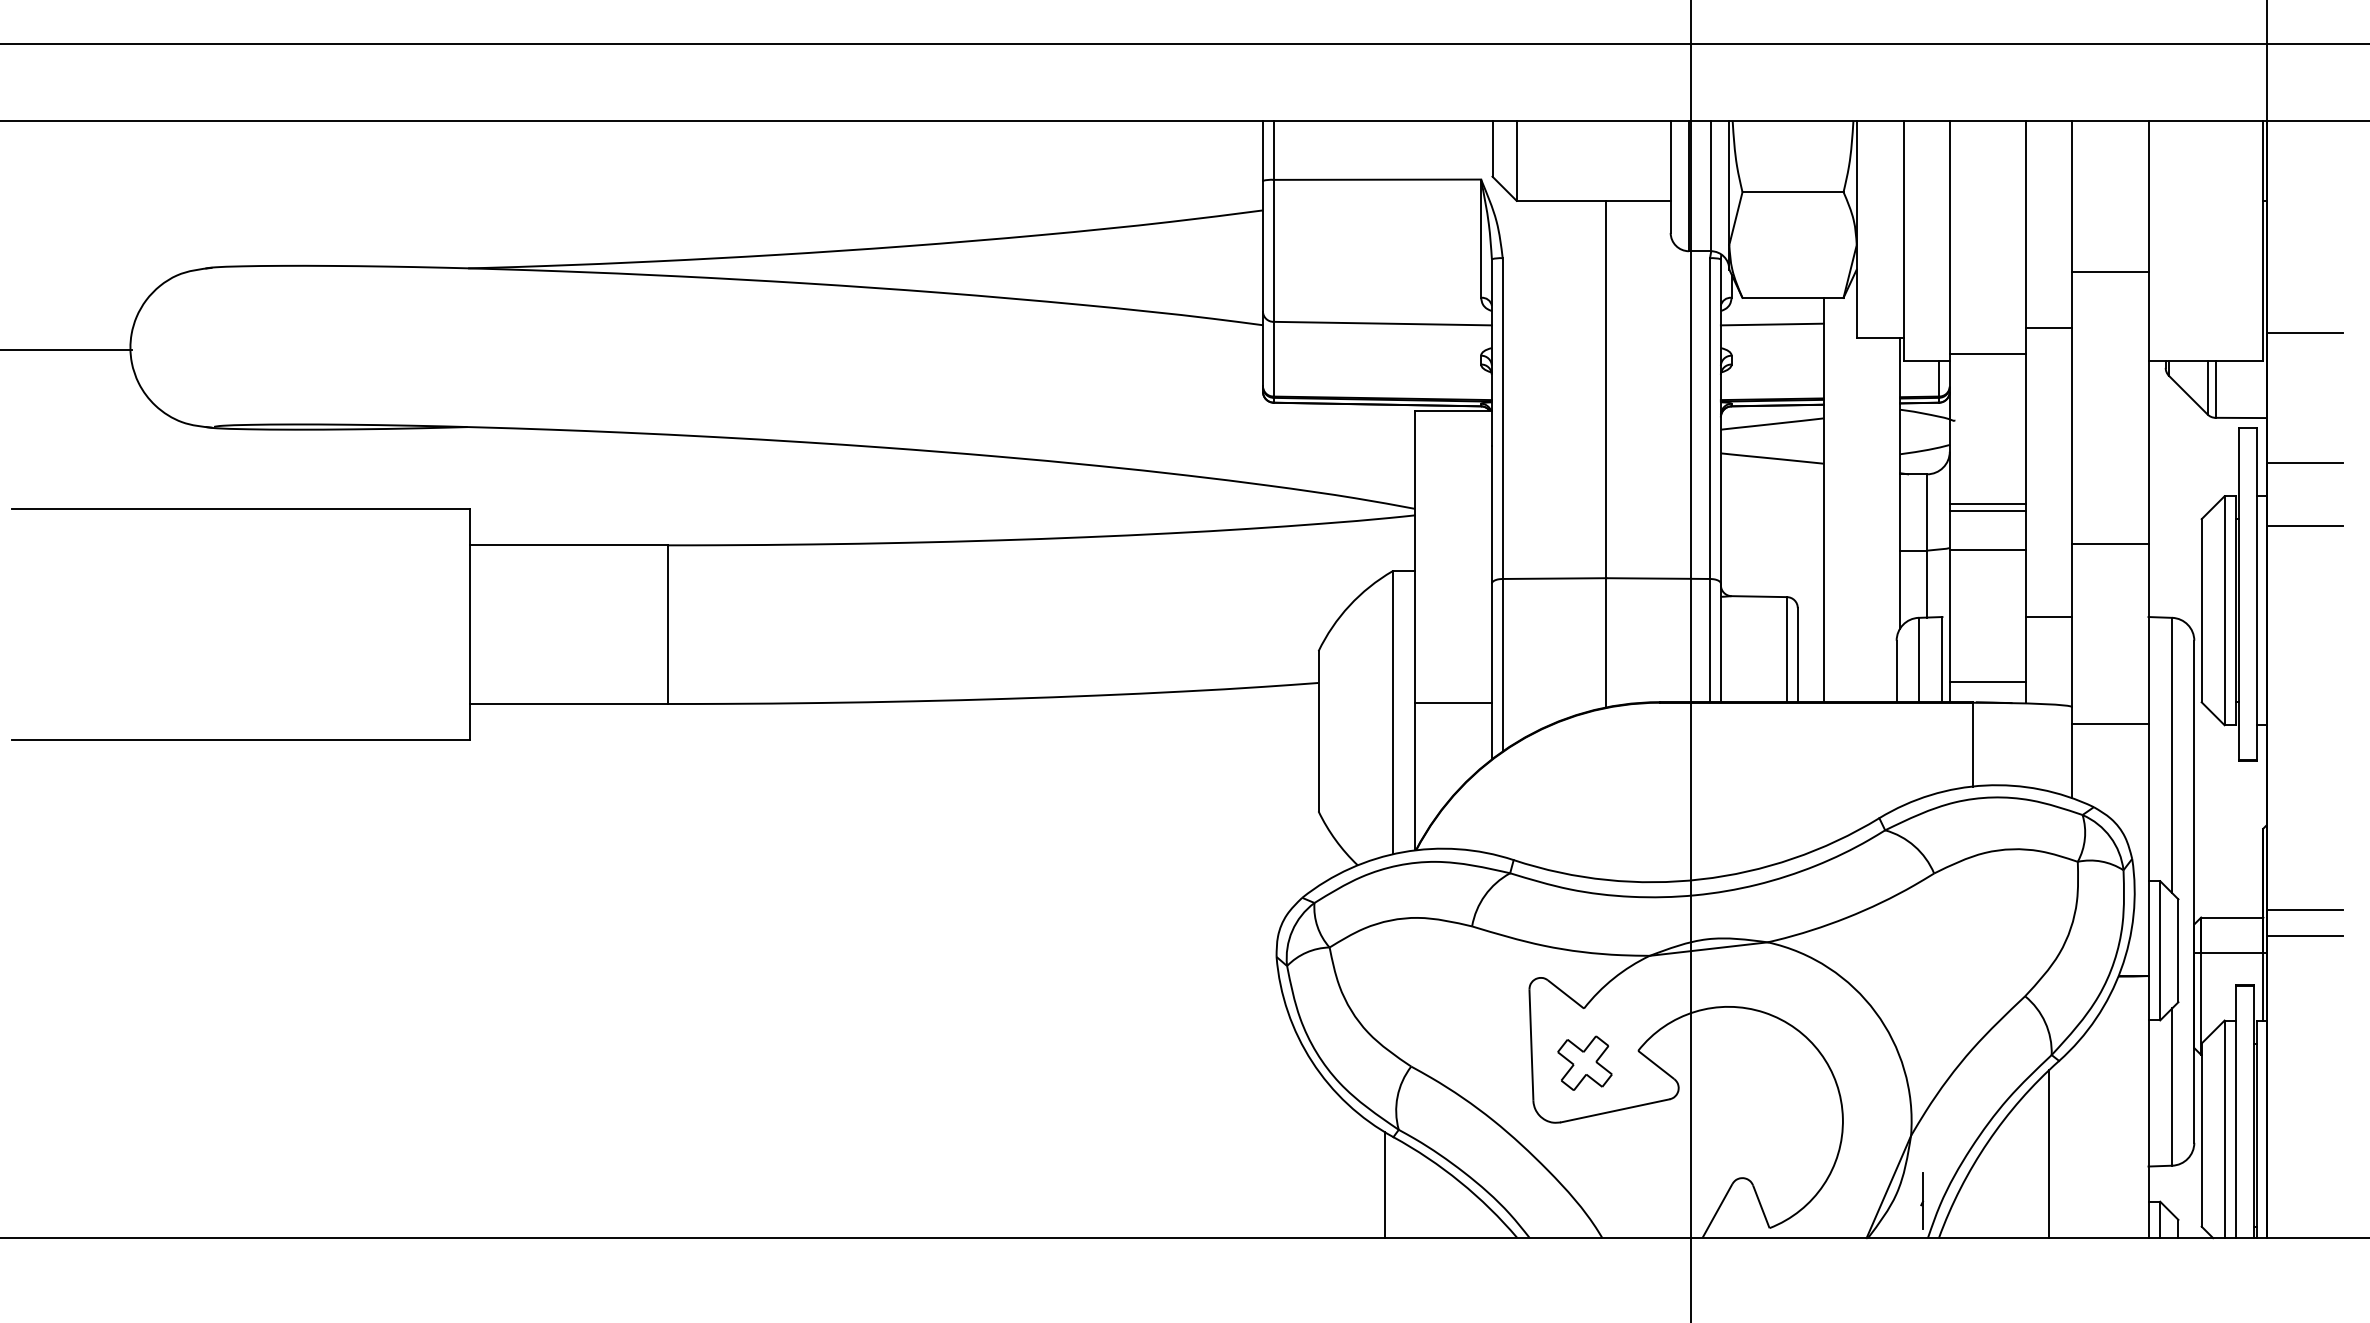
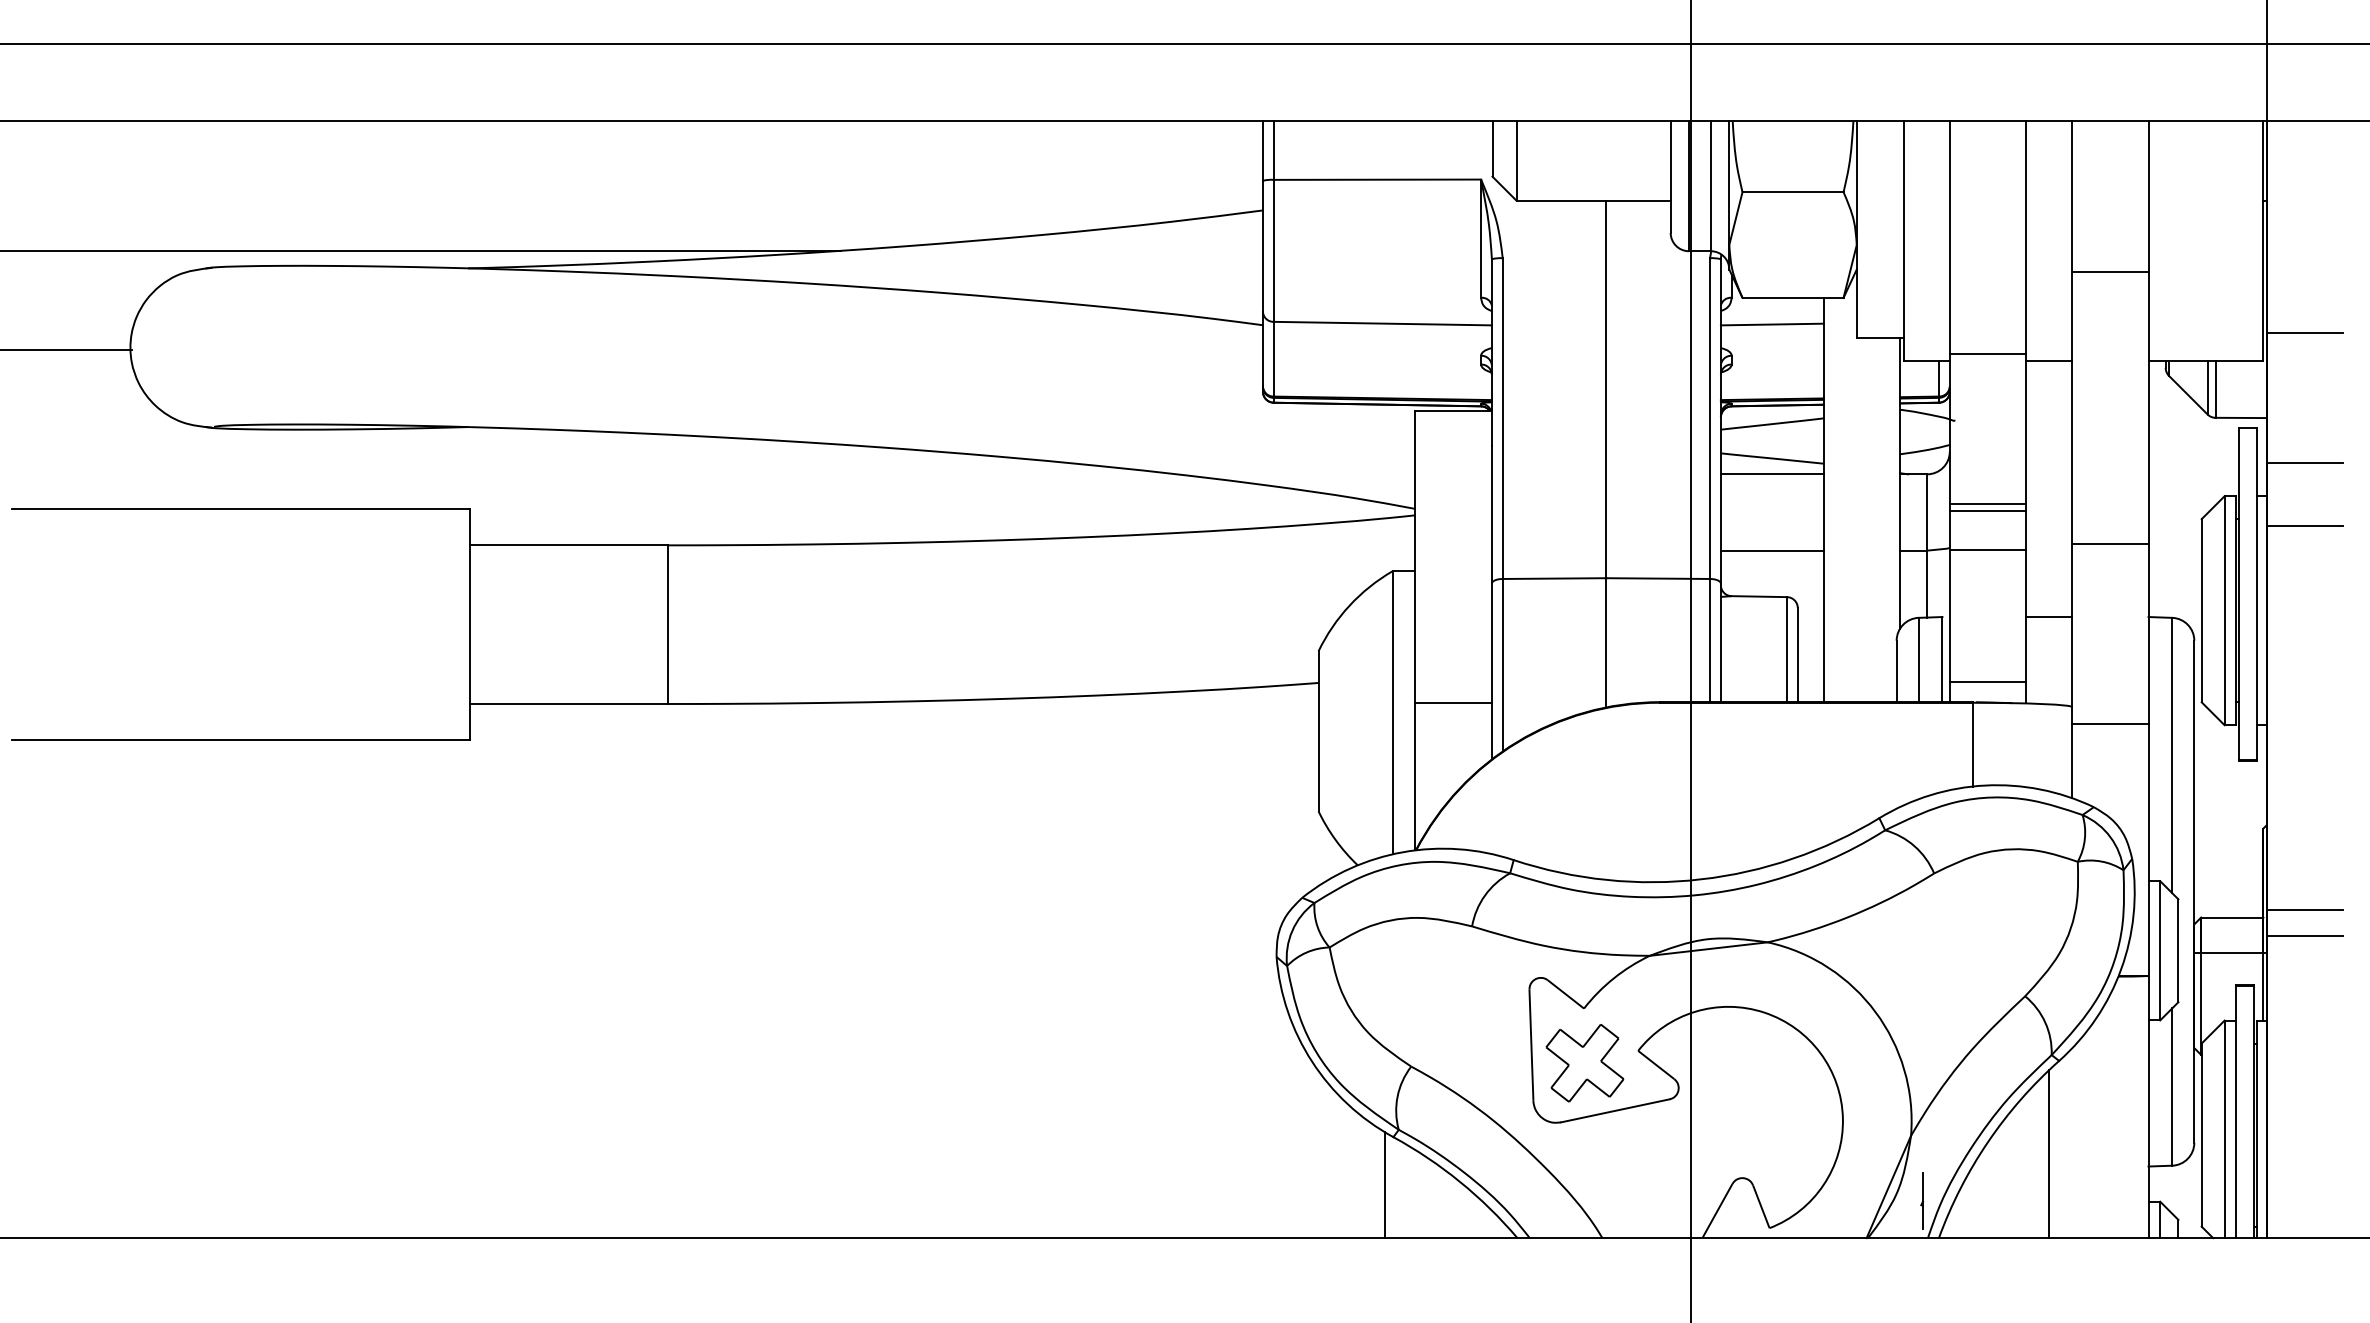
line at (421, 250): none -> present
line at (2048, 328) position: (2048, 328) -> (2048, 361)
line at (1771, 474): none -> present
line at (1771, 550): none -> present
part at (1584, 1062) size: 56x56 px -> 80x79 px
